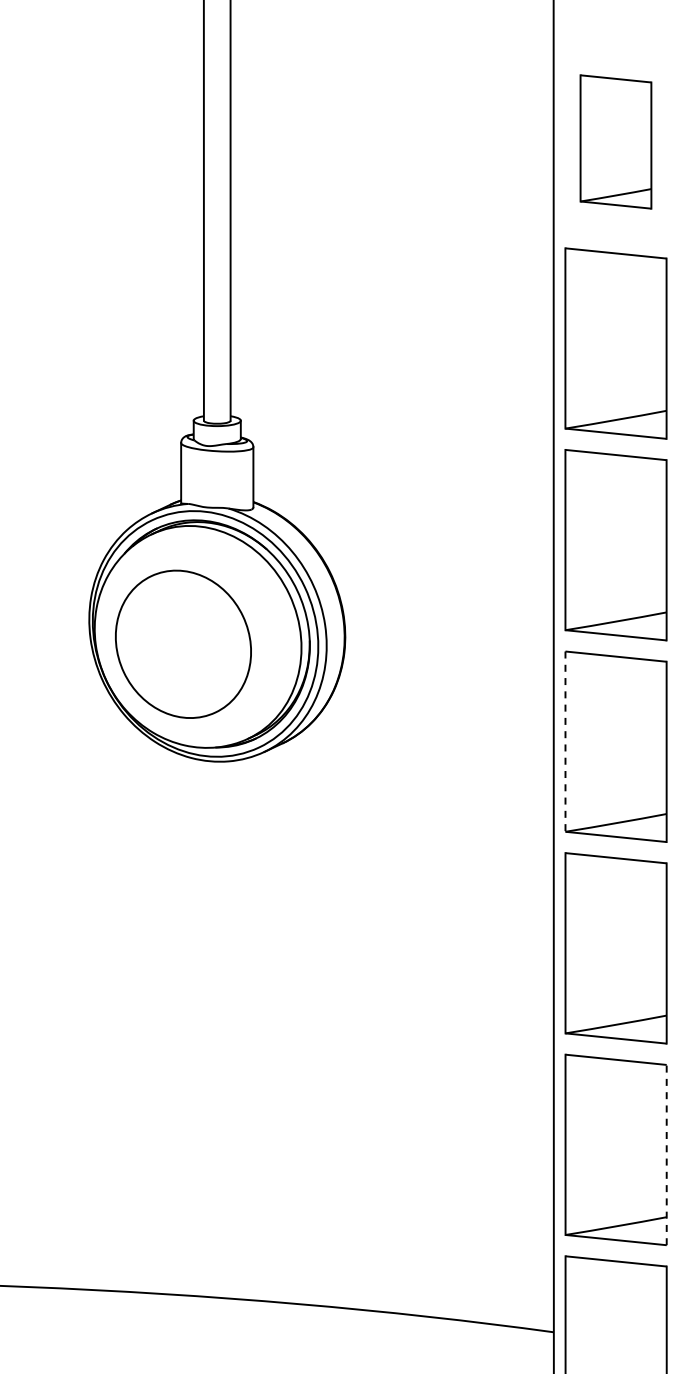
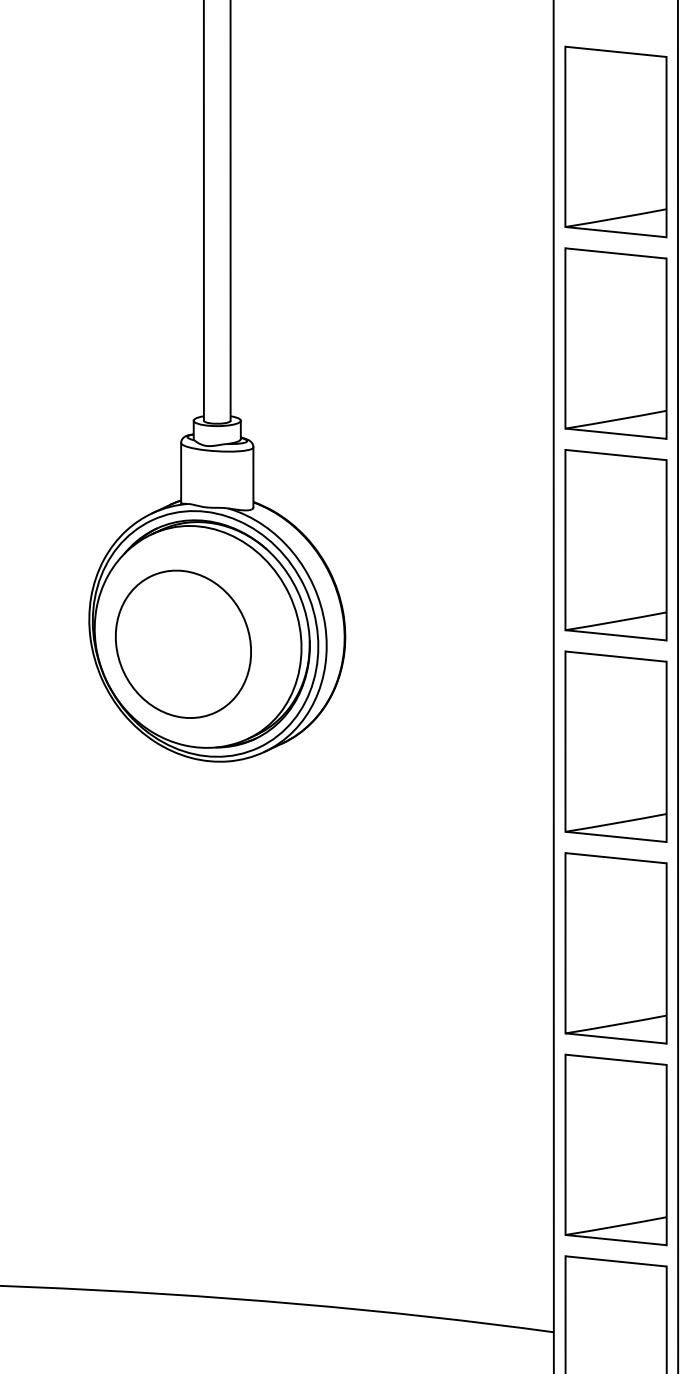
part at (615, 141) size: 74x136 px -> 104x194 px
line at (677, 686): none -> present
line at (565, 742): dashed -> solid
line at (666, 1154): dashed -> solid
